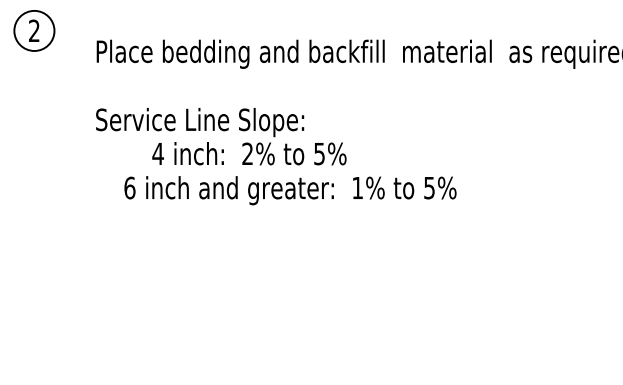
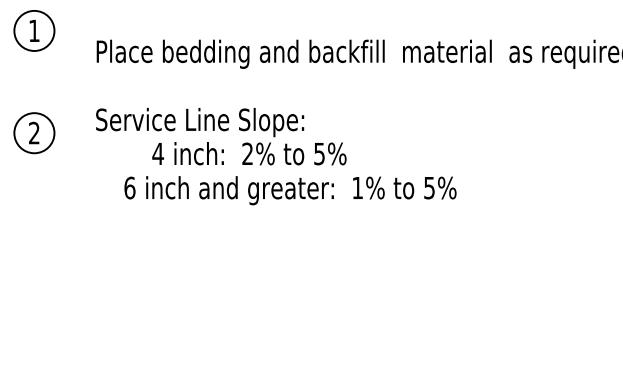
text at (34, 30): 2 -> 1
part at (34, 133): none -> present
